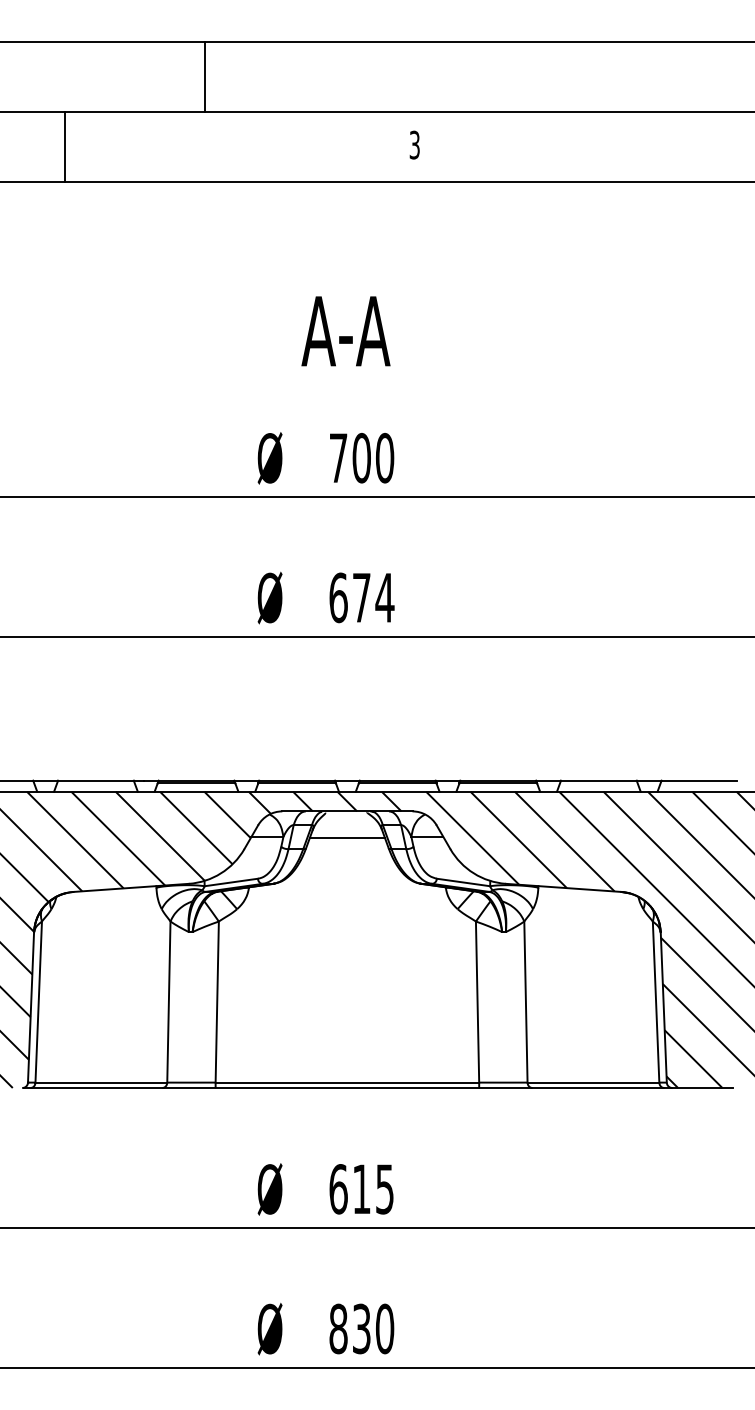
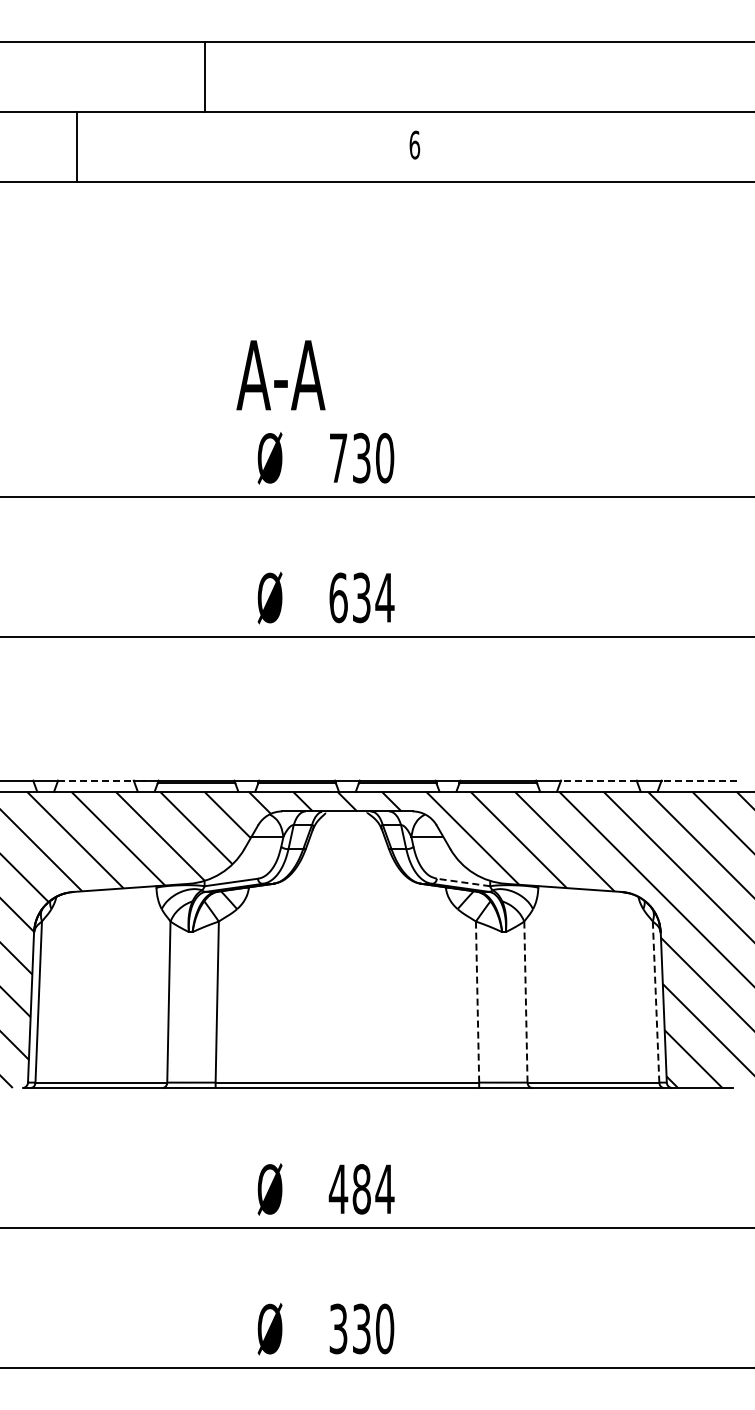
text at (414, 144): 3 -> 6
line at (65, 146) position: (65, 146) -> (77, 146)
text at (345, 331) position: (345, 331) -> (280, 375)
text at (361, 458): 700 -> 730
text at (361, 597): 674 -> 634
line at (95, 780): solid -> dashed
line at (598, 780): solid -> dashed
line at (699, 780): solid -> dashed
line at (347, 838): present -> none
line at (463, 882): solid -> dashed
line at (477, 1002): solid -> dashed
line at (525, 1002): solid -> dashed
line at (656, 1002): solid -> dashed
text at (361, 1189): 615 -> 484
text at (338, 1328): 830 -> 330
